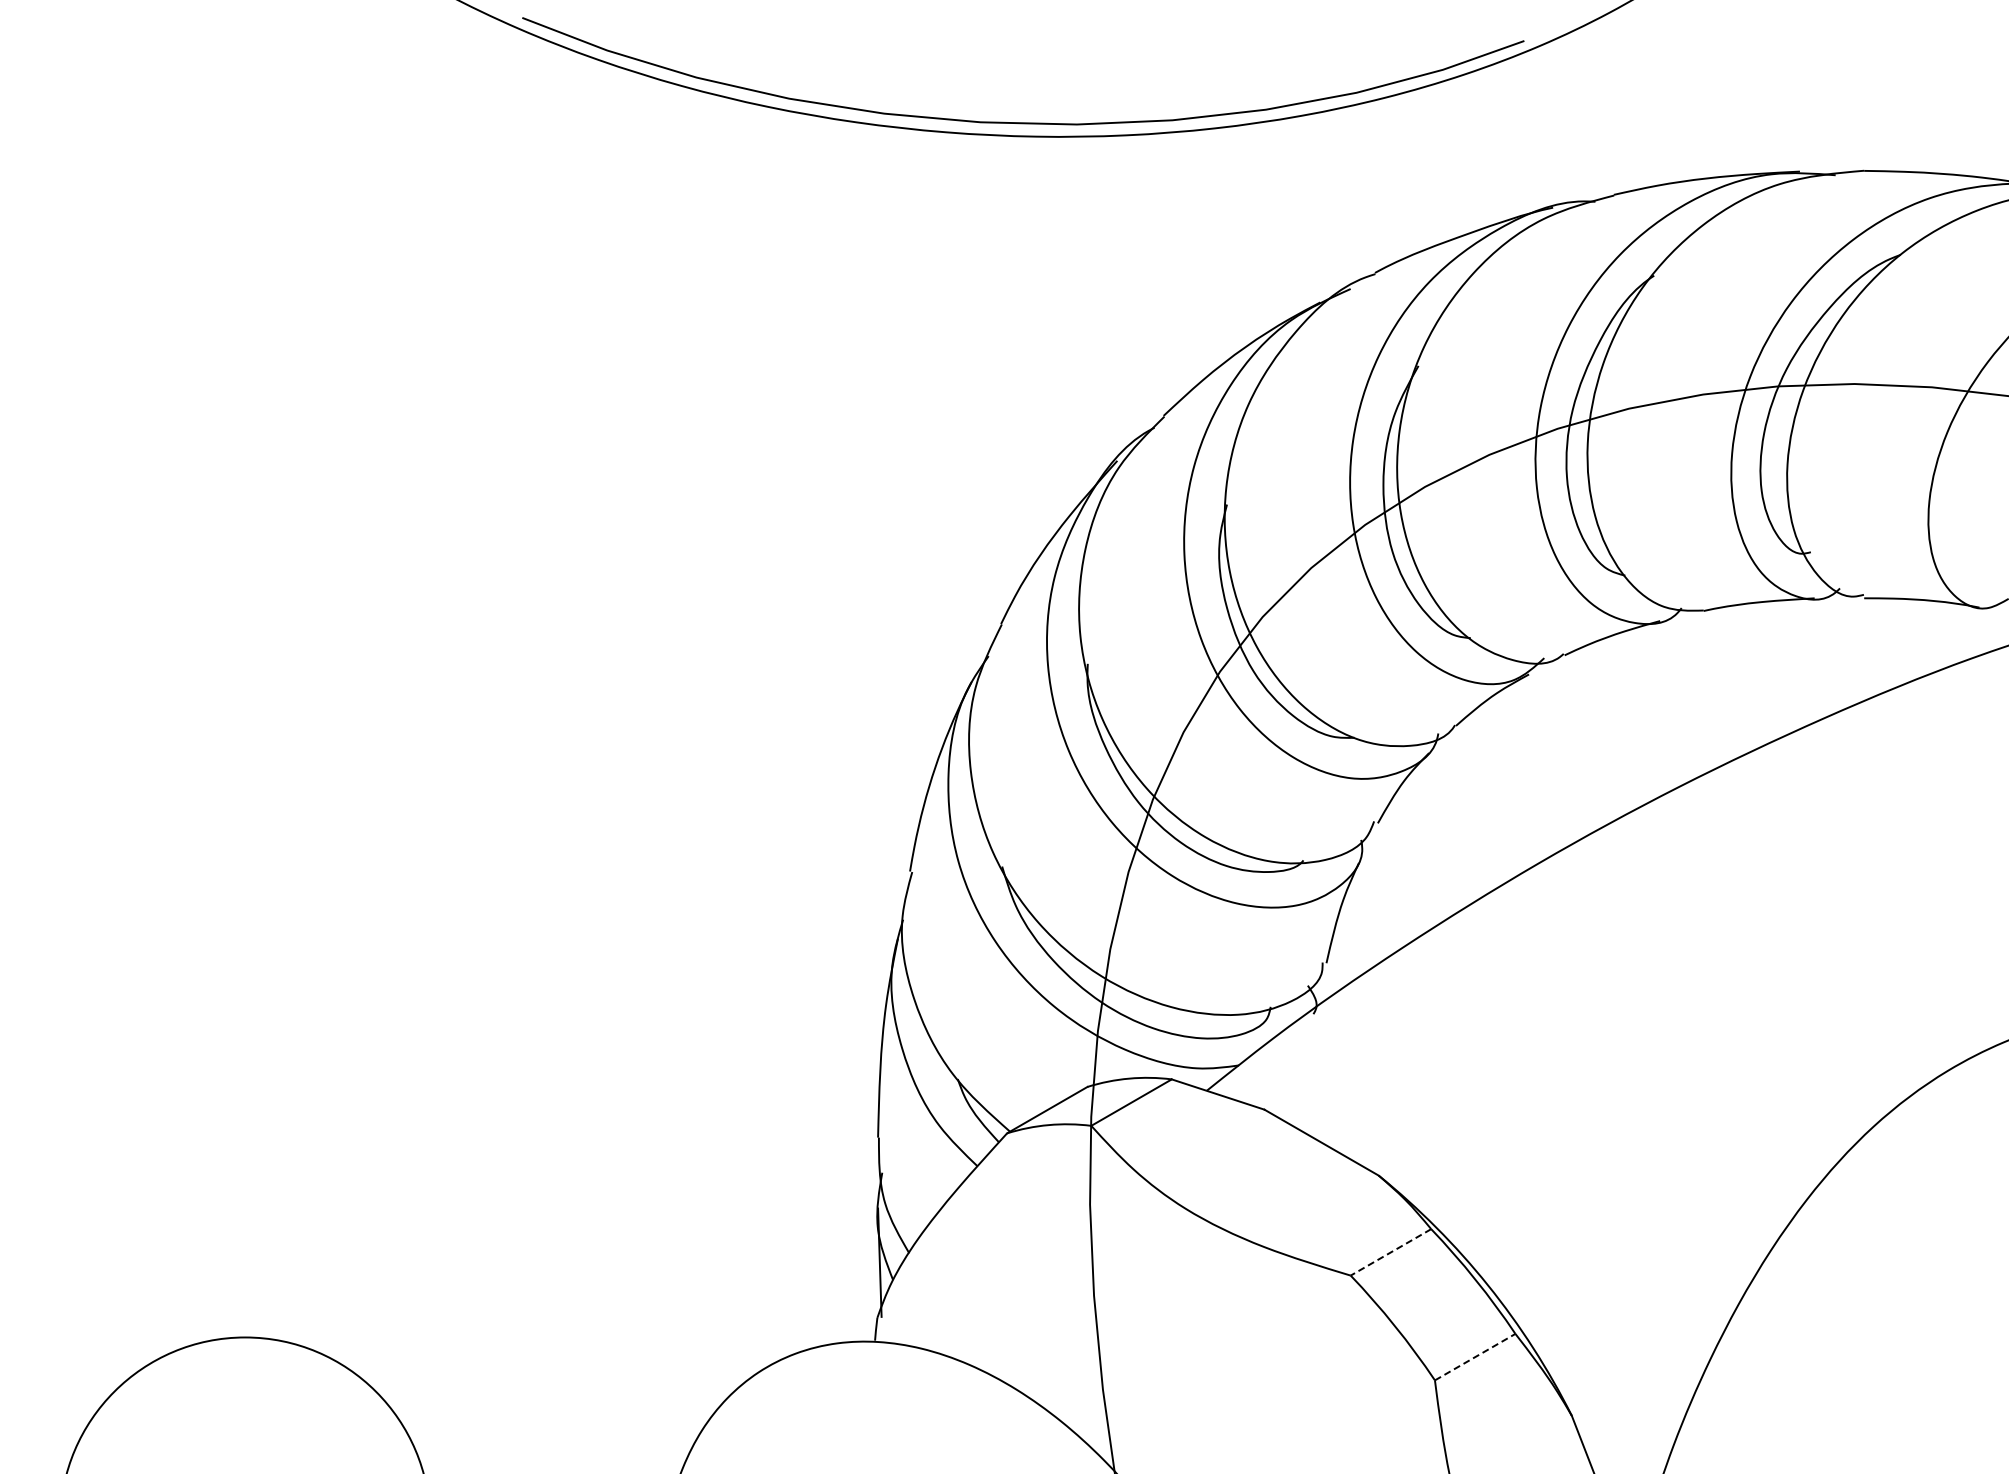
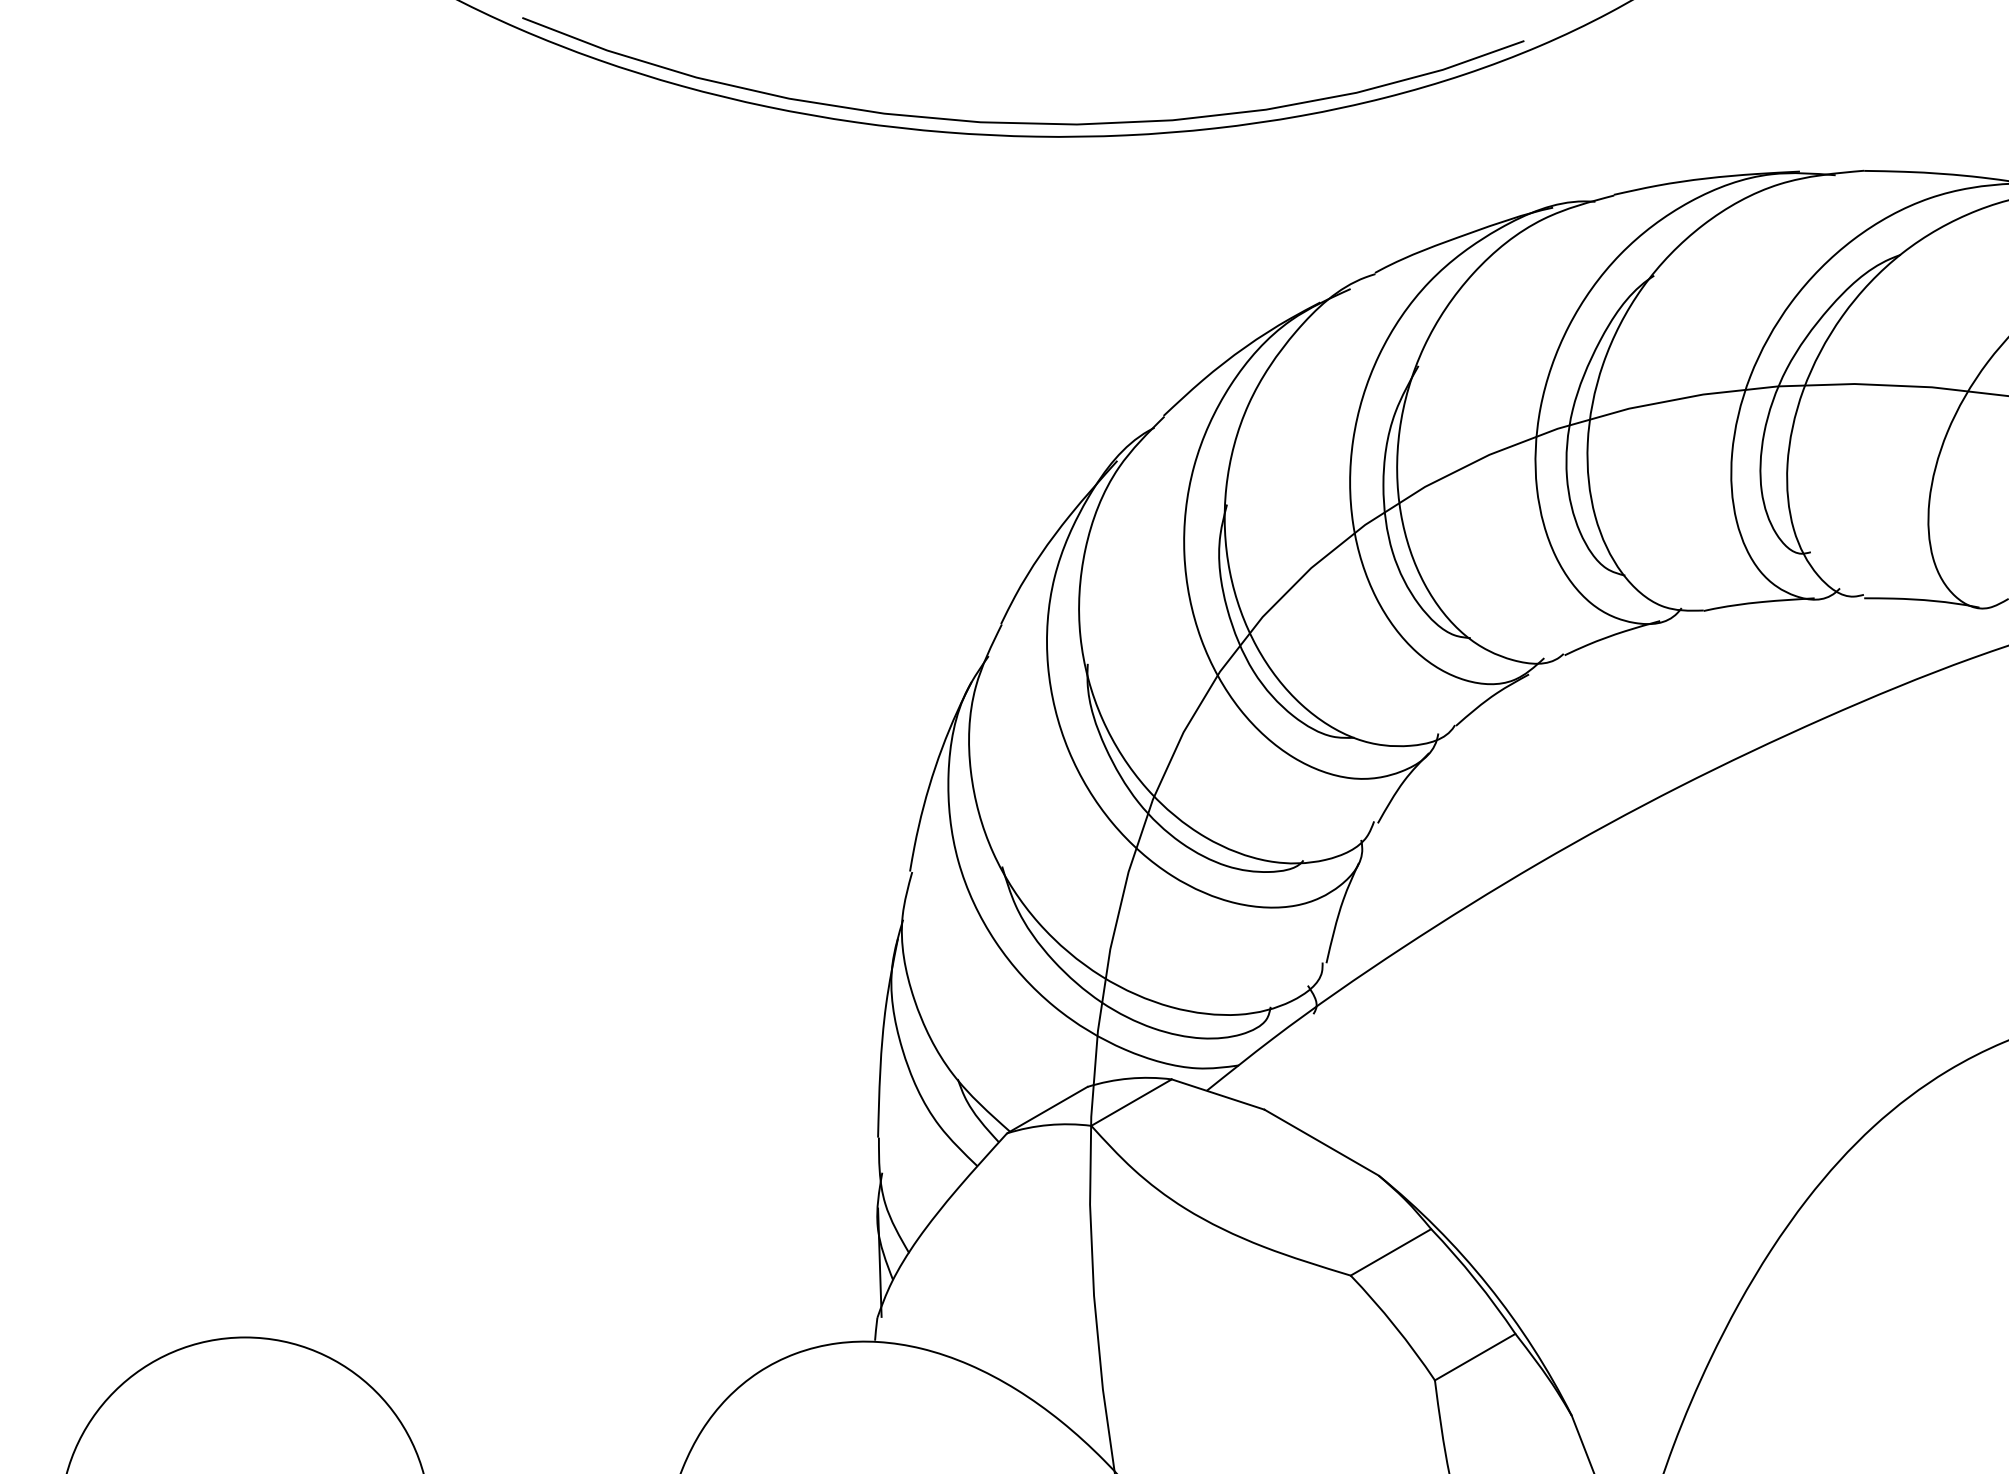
line at (1390, 1252): dashed -> solid
line at (1475, 1356): dashed -> solid
